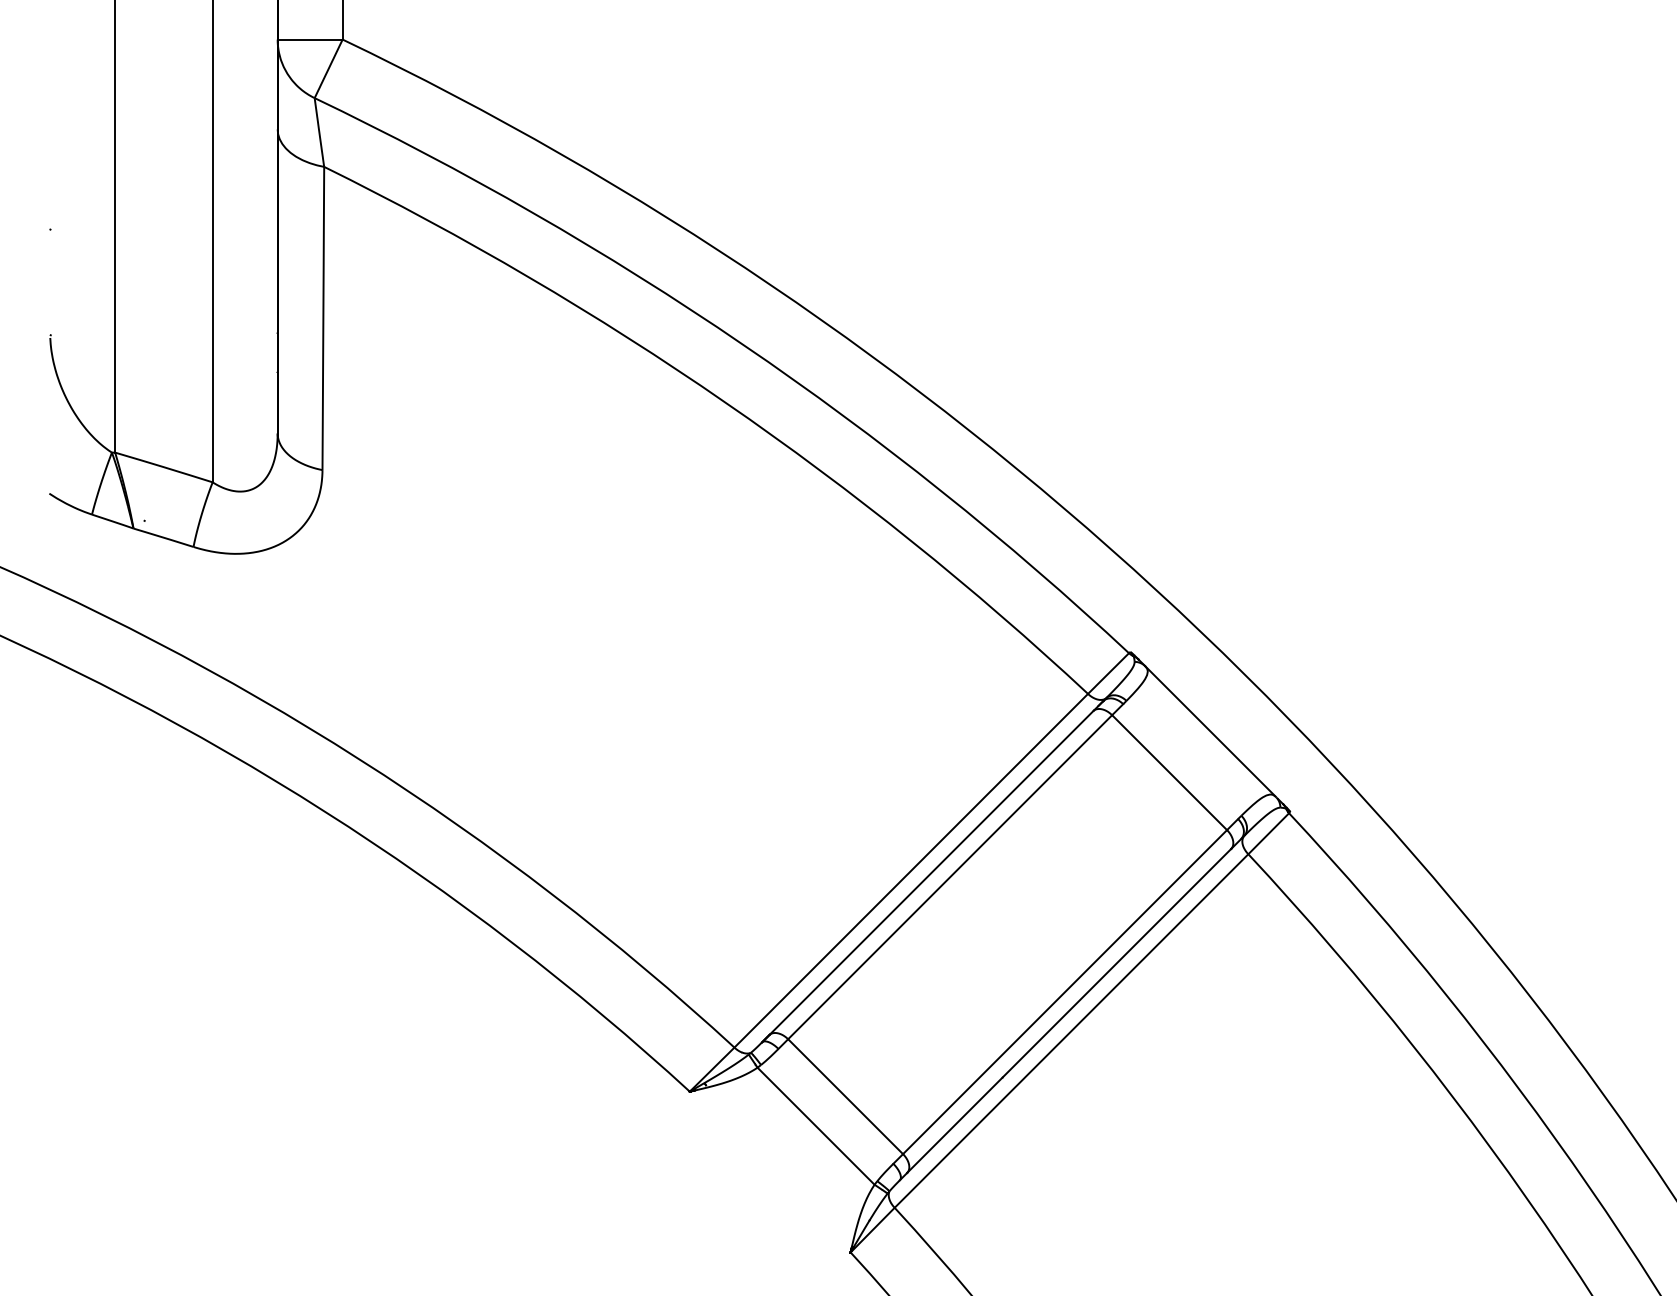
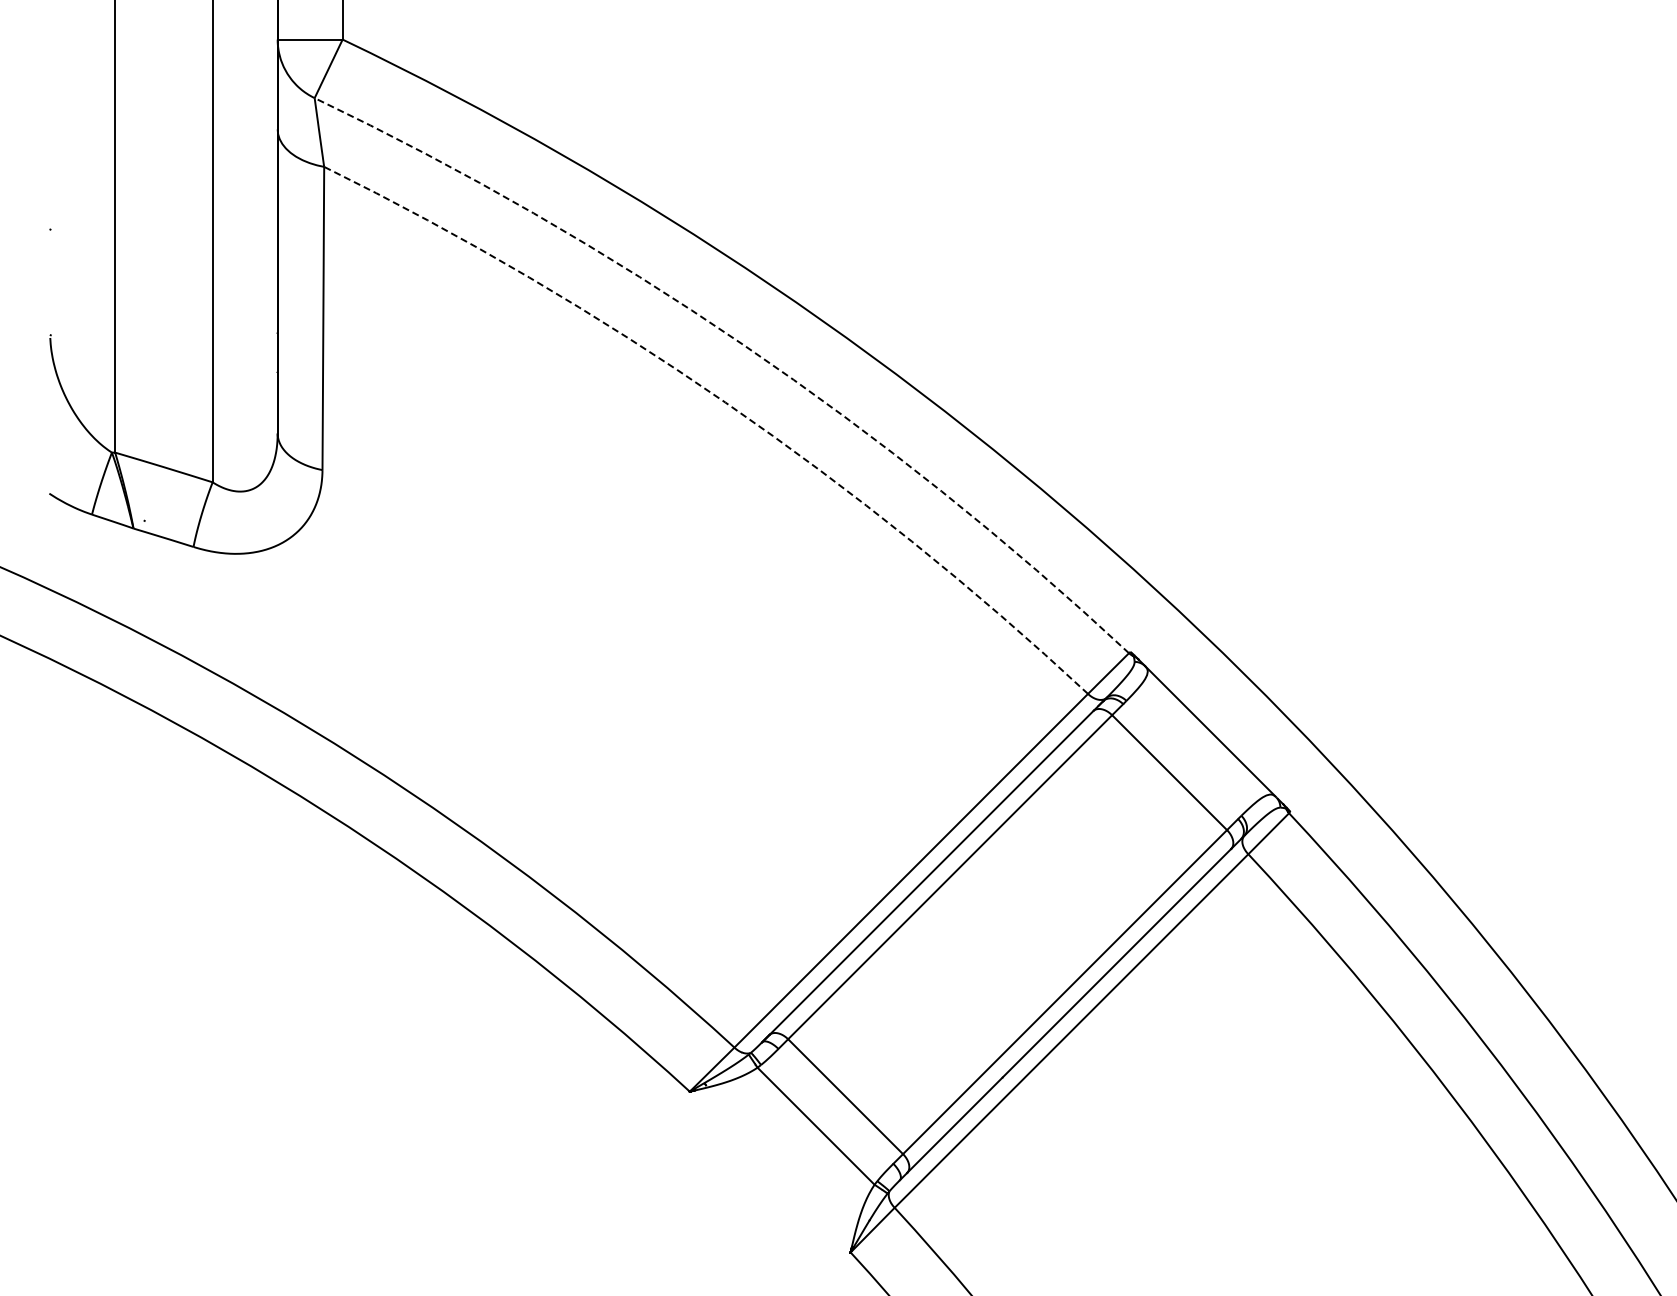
arc at (743, 344): solid -> dashed
arc at (725, 402): solid -> dashed
